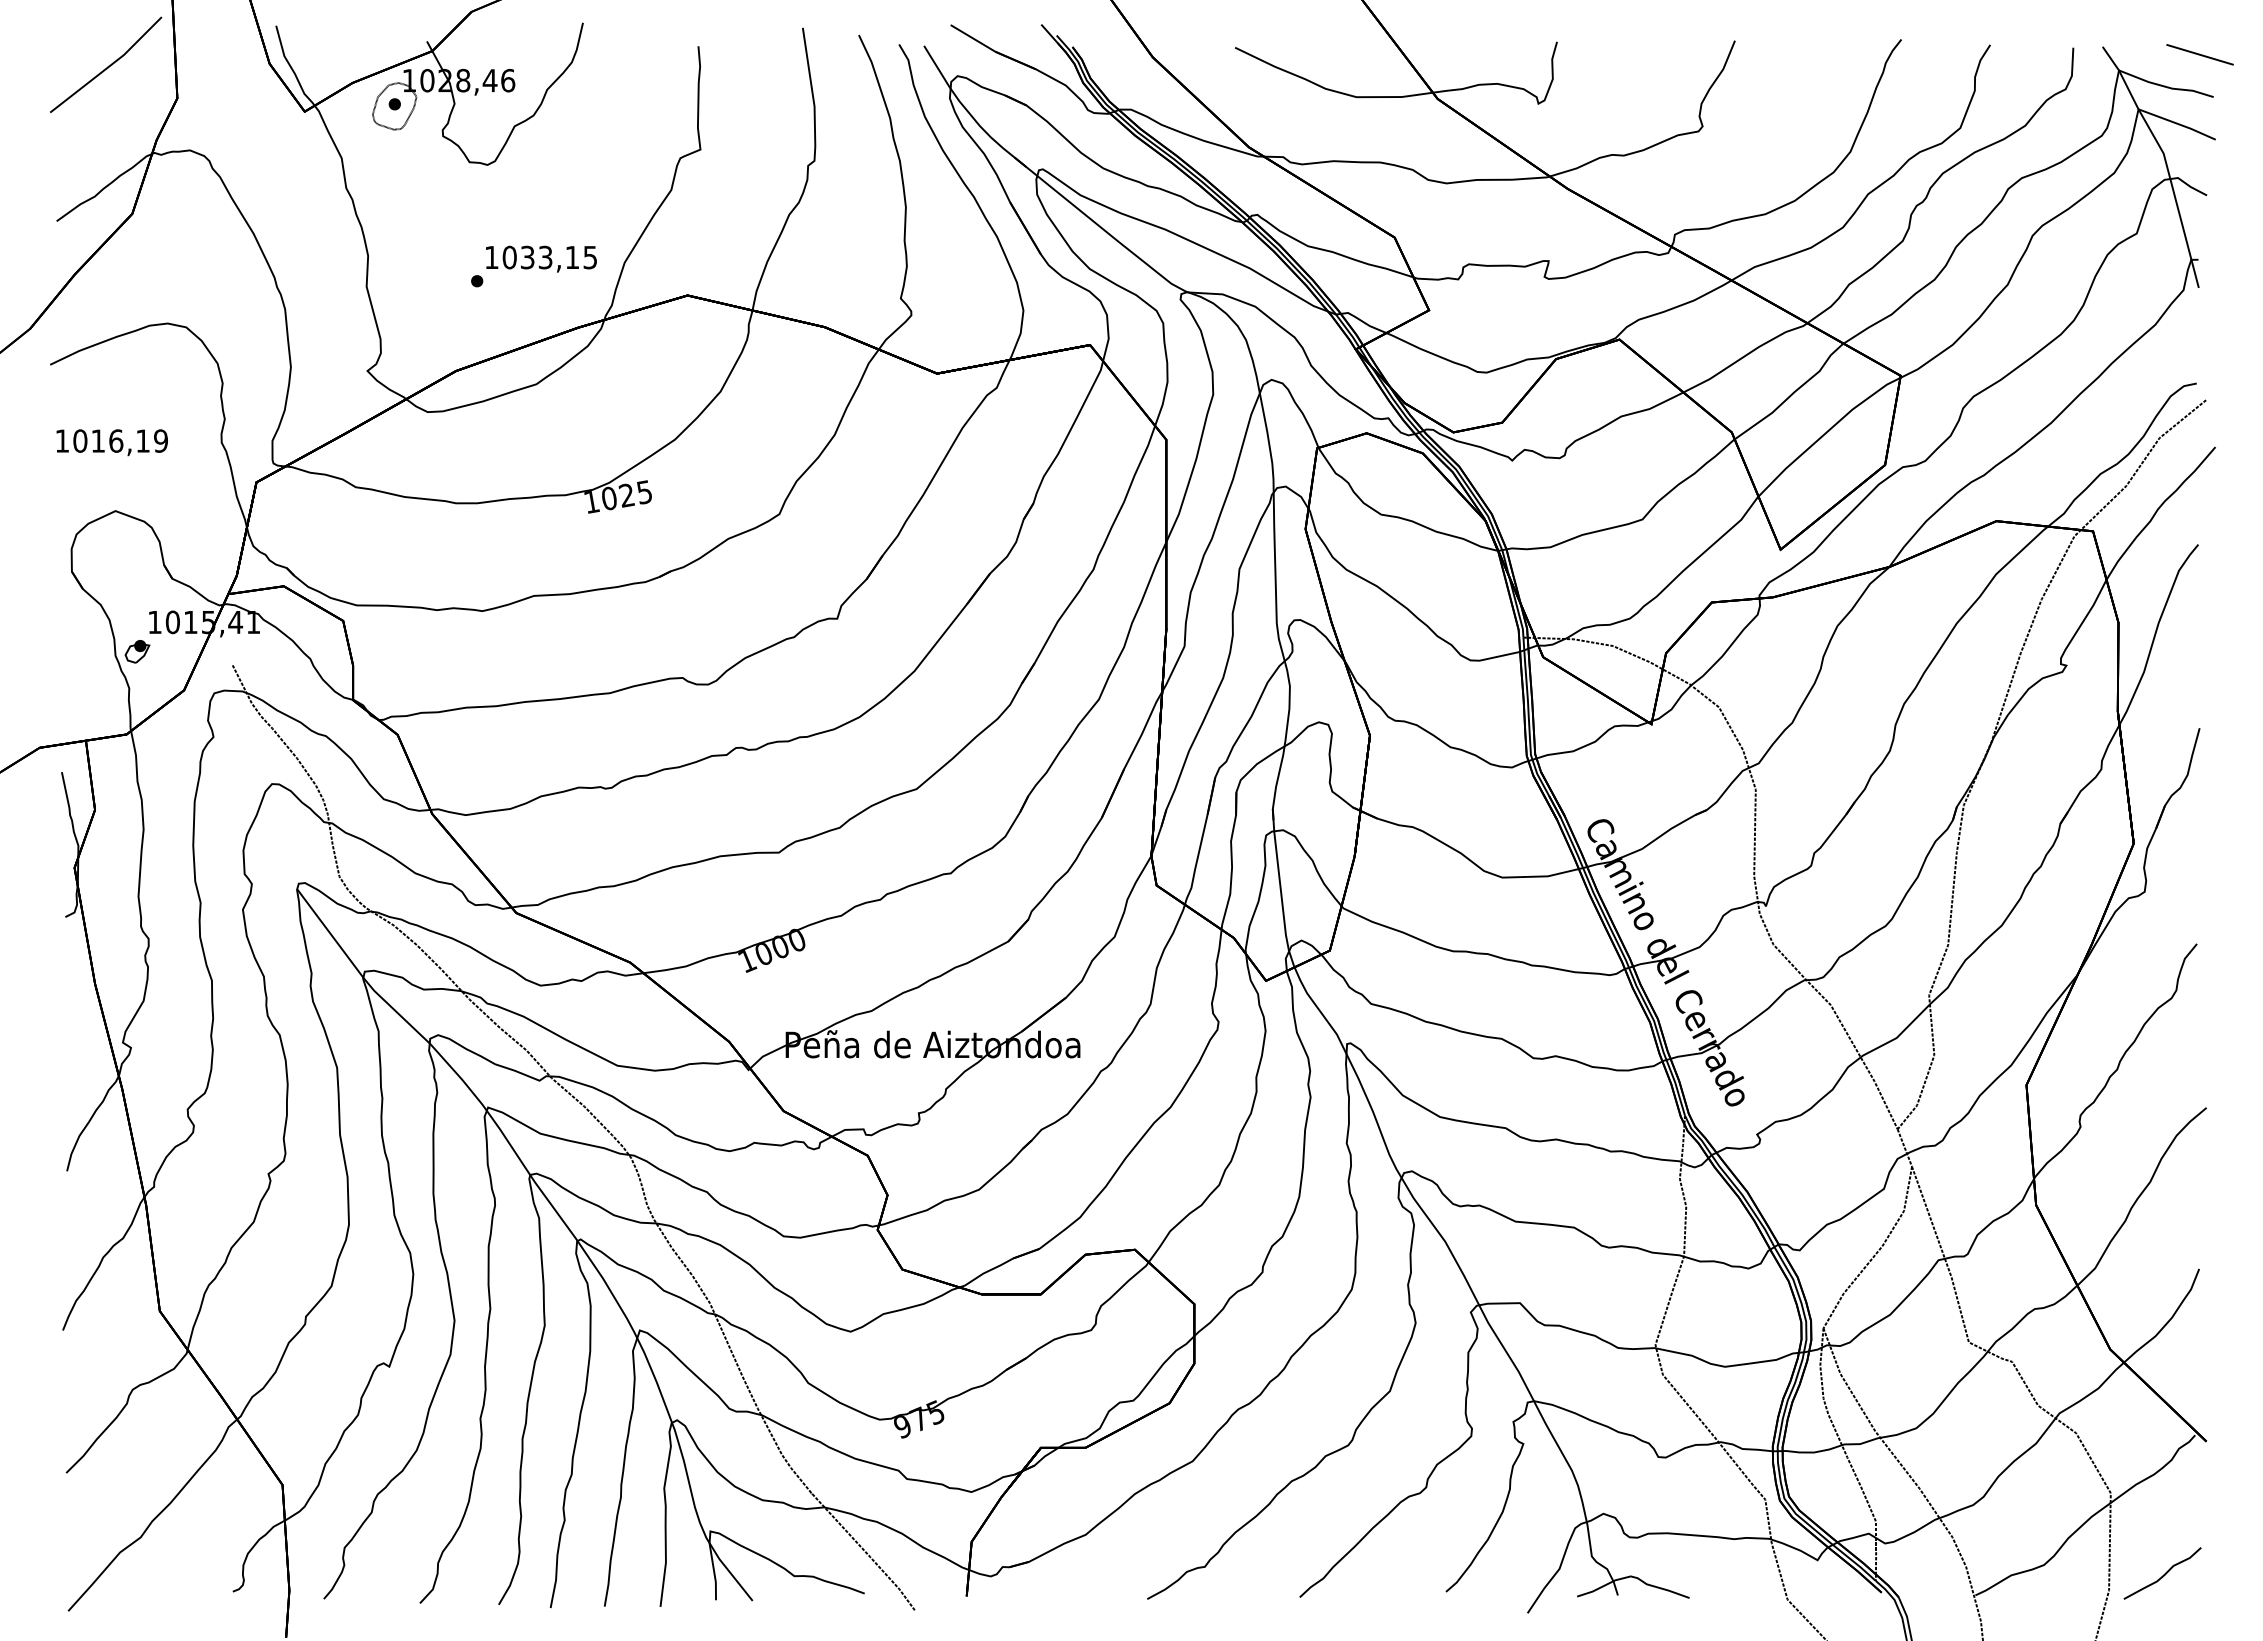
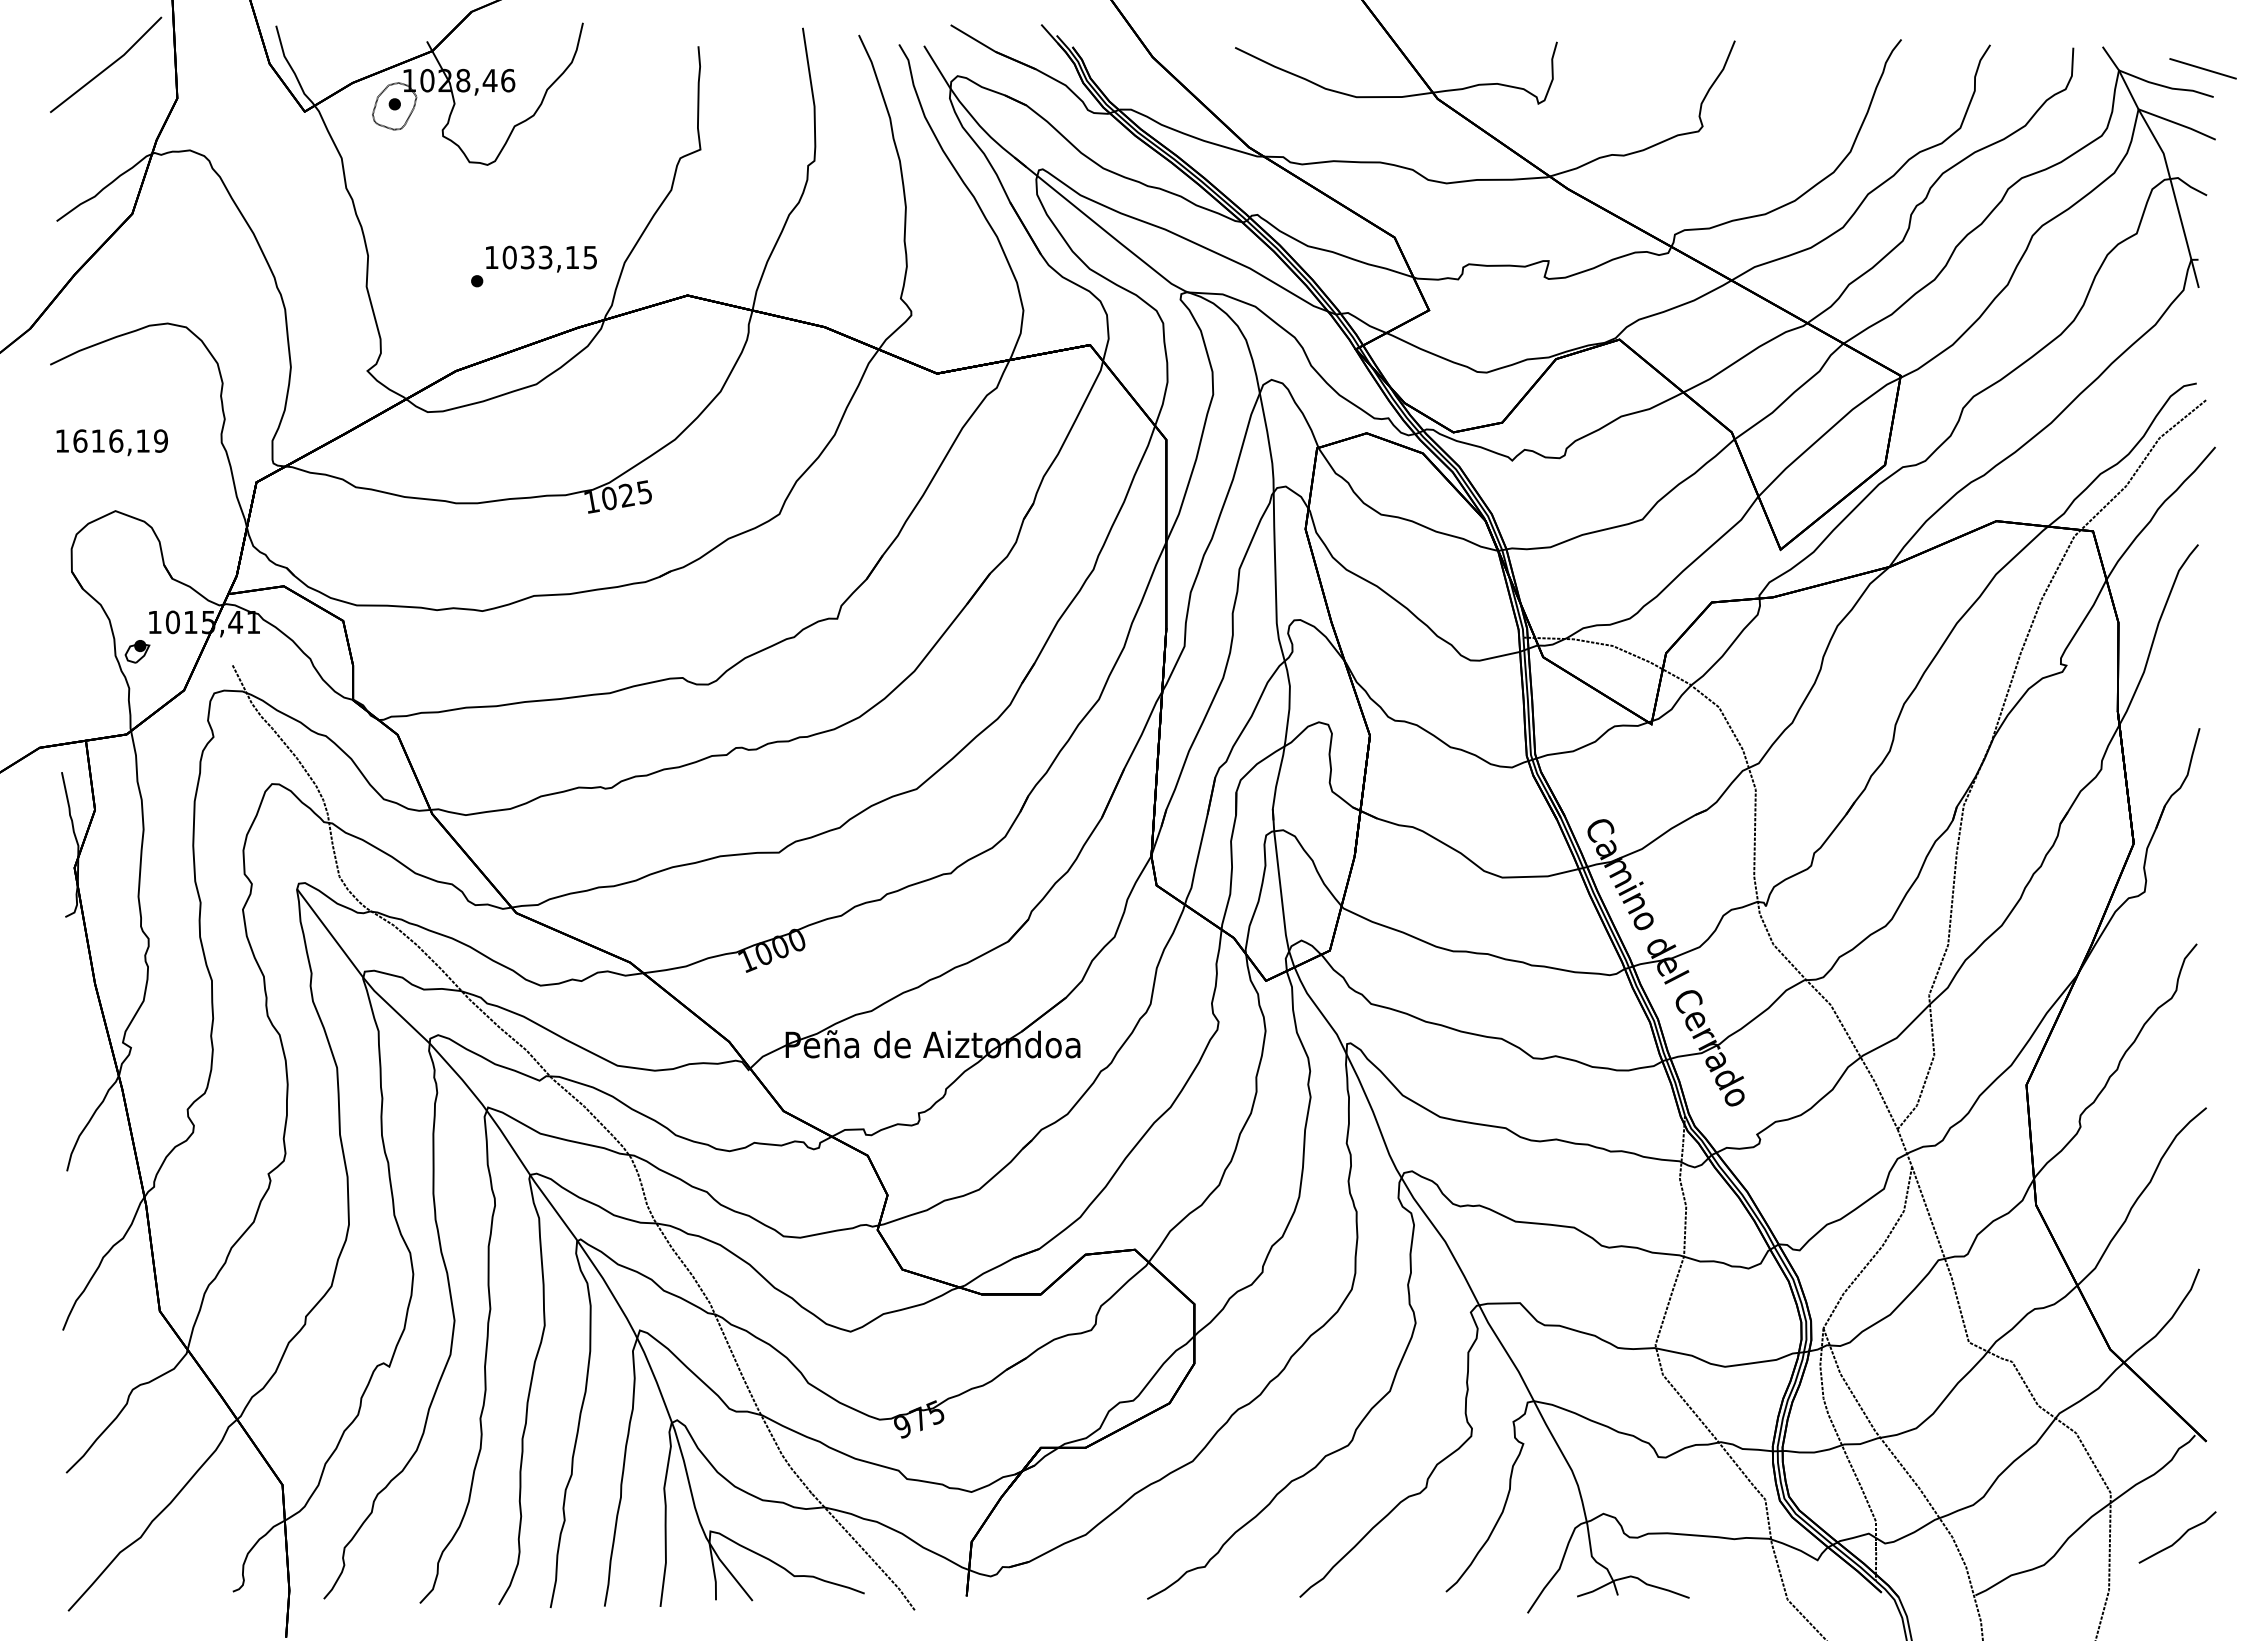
line at (2199, 54) position: (2199, 54) -> (2202, 68)
text at (80, 440): 1016,19 -> 1616,19
curve at (2163, 1574) position: (2163, 1574) -> (2178, 1538)
